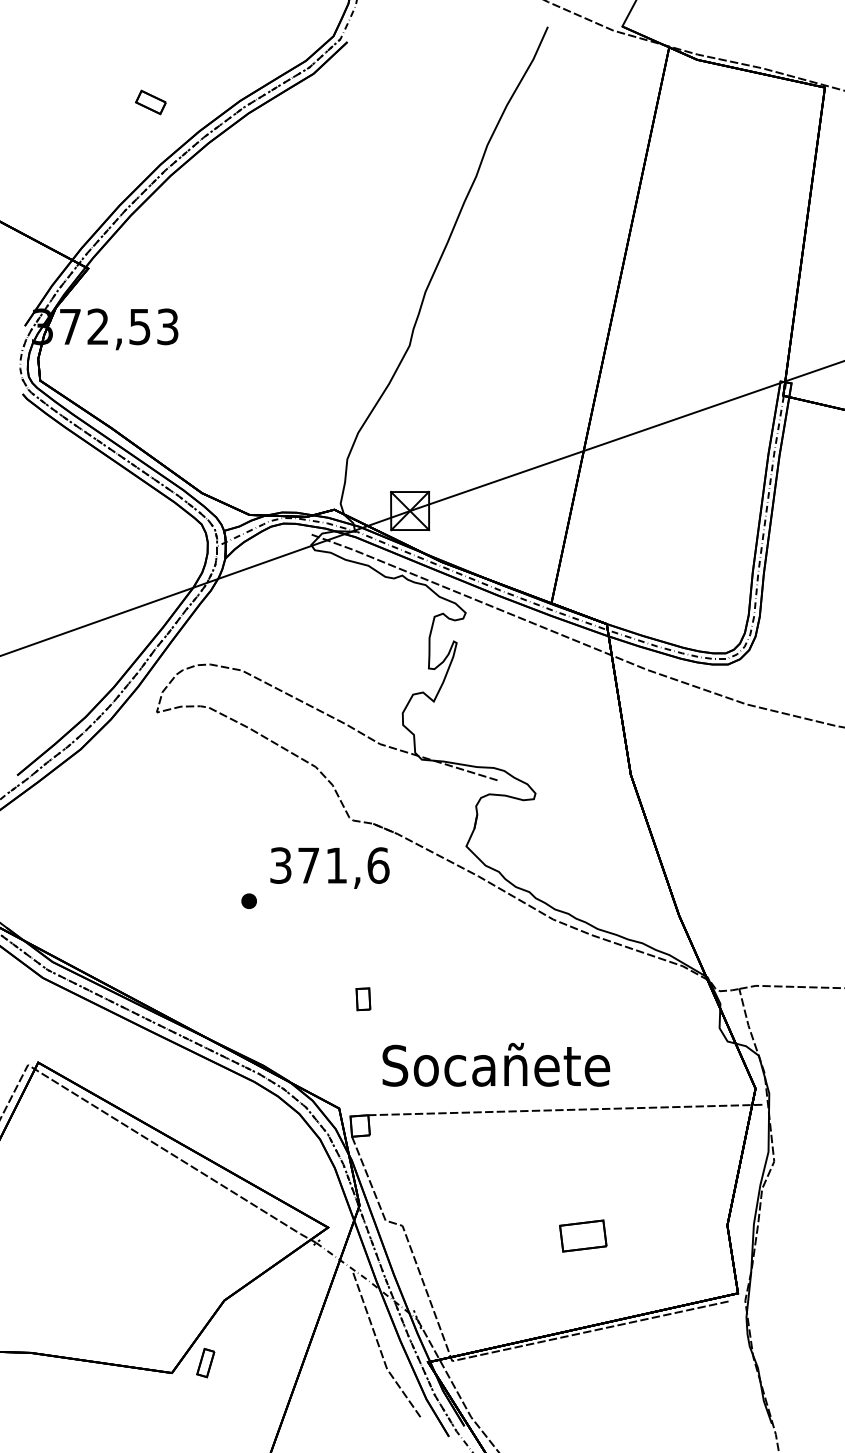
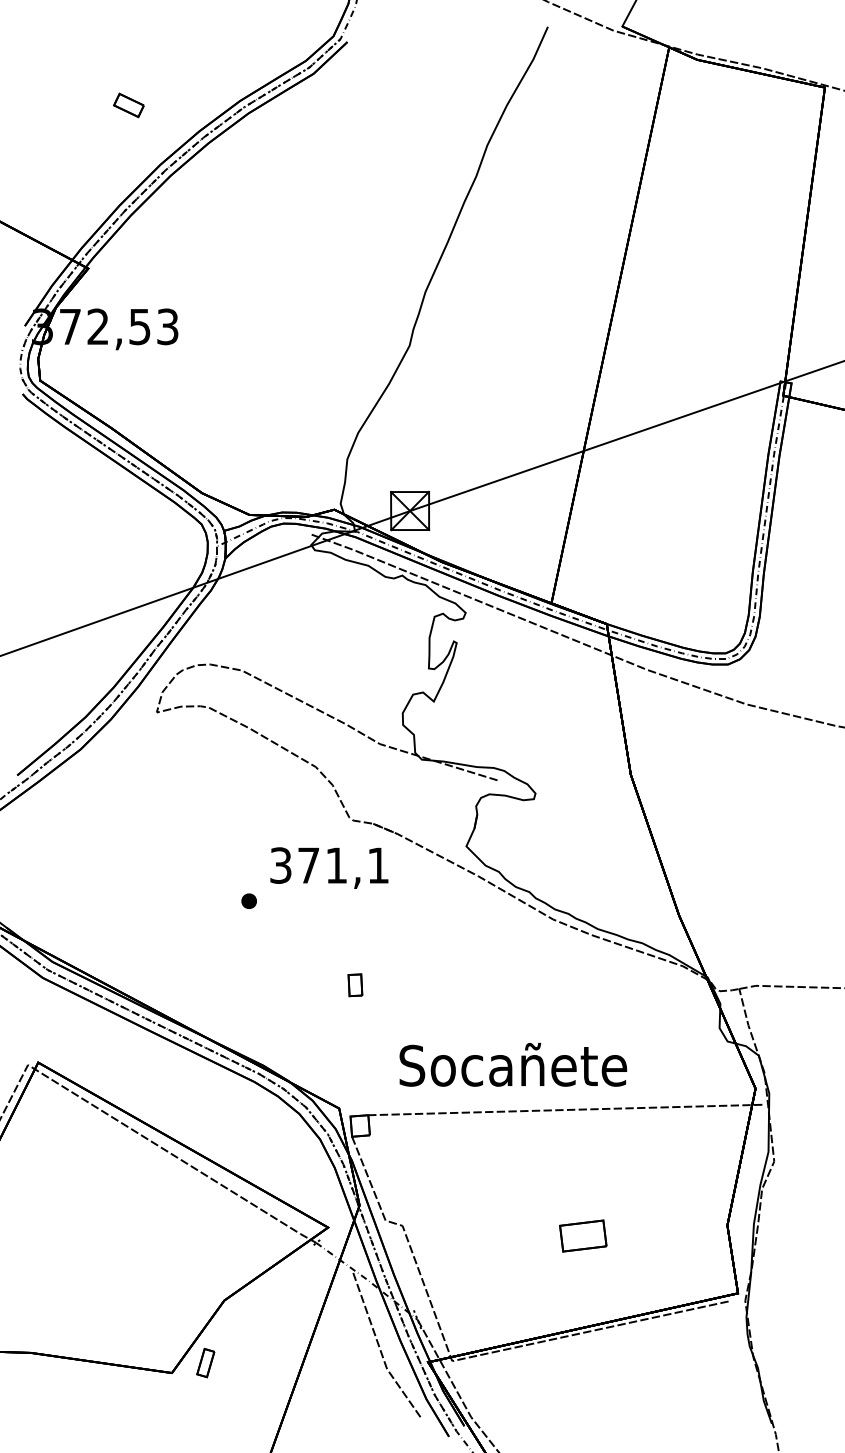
part at (150, 102) position: (150, 102) -> (128, 105)
text at (378, 865): 371,6 -> 371,1
part at (363, 999) position: (363, 999) -> (355, 985)
text at (496, 1064) position: (496, 1064) -> (513, 1064)
